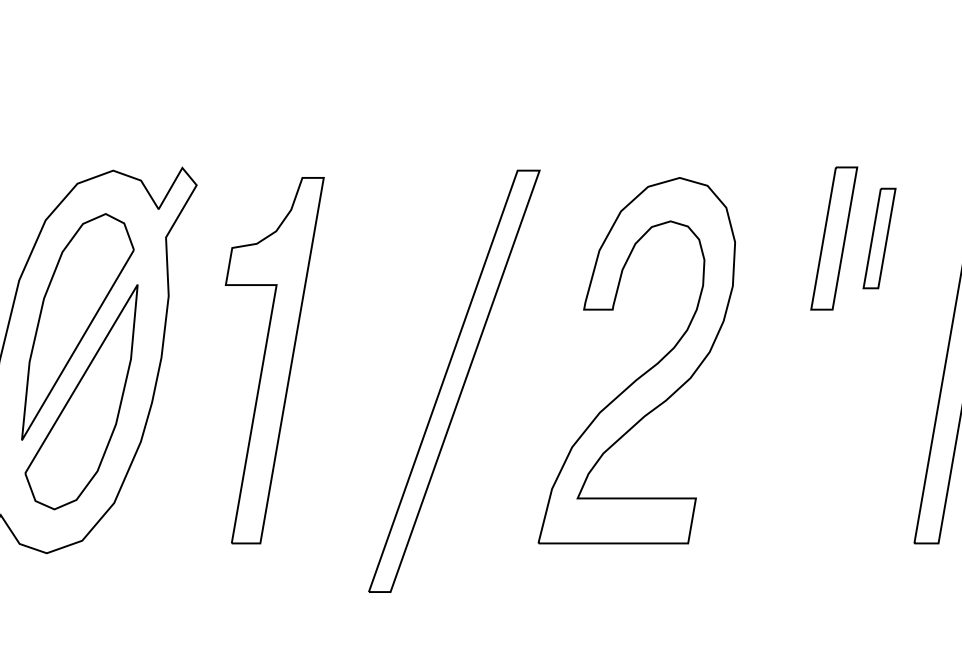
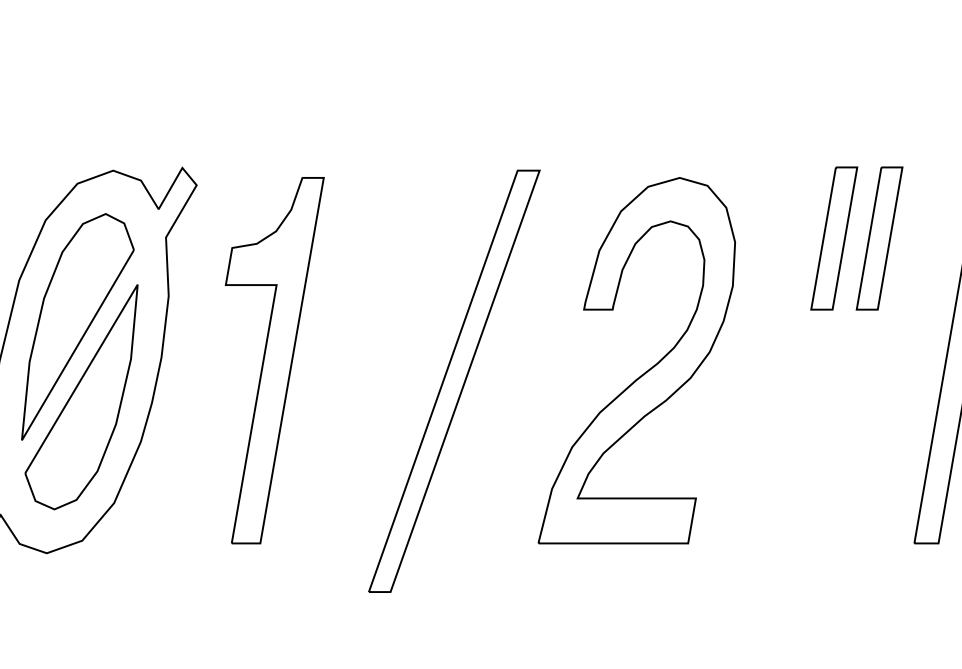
part at (879, 238) size: 35x103 px -> 49x145 px
